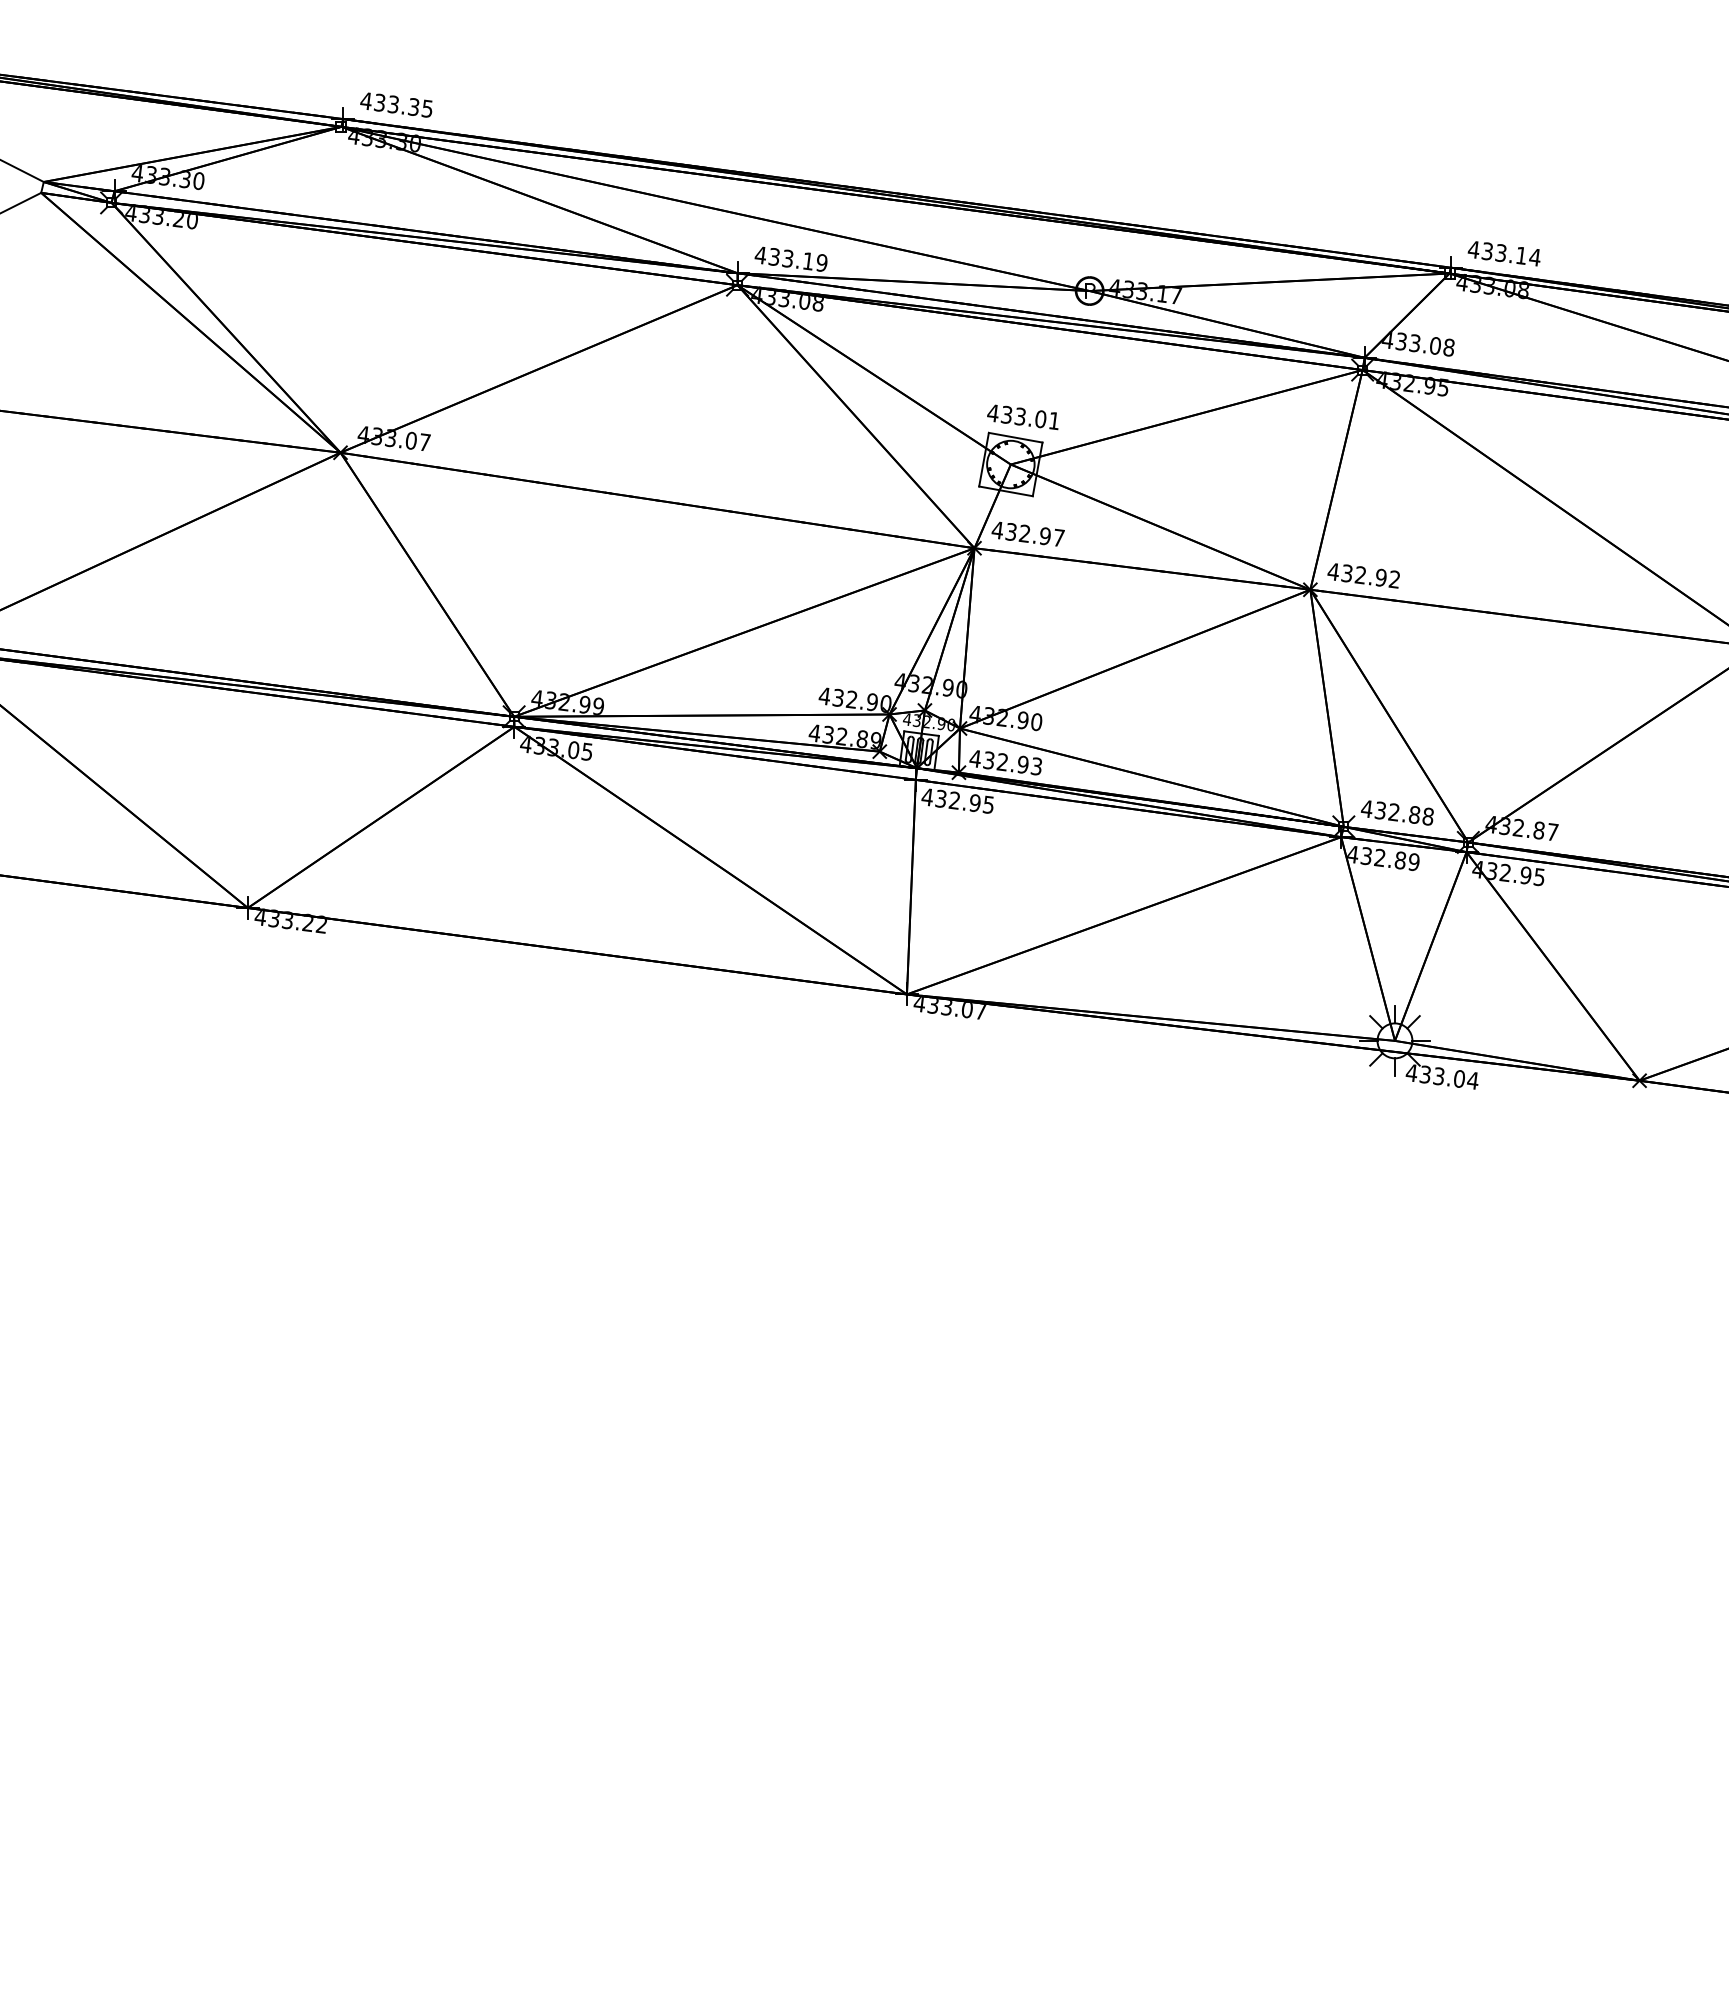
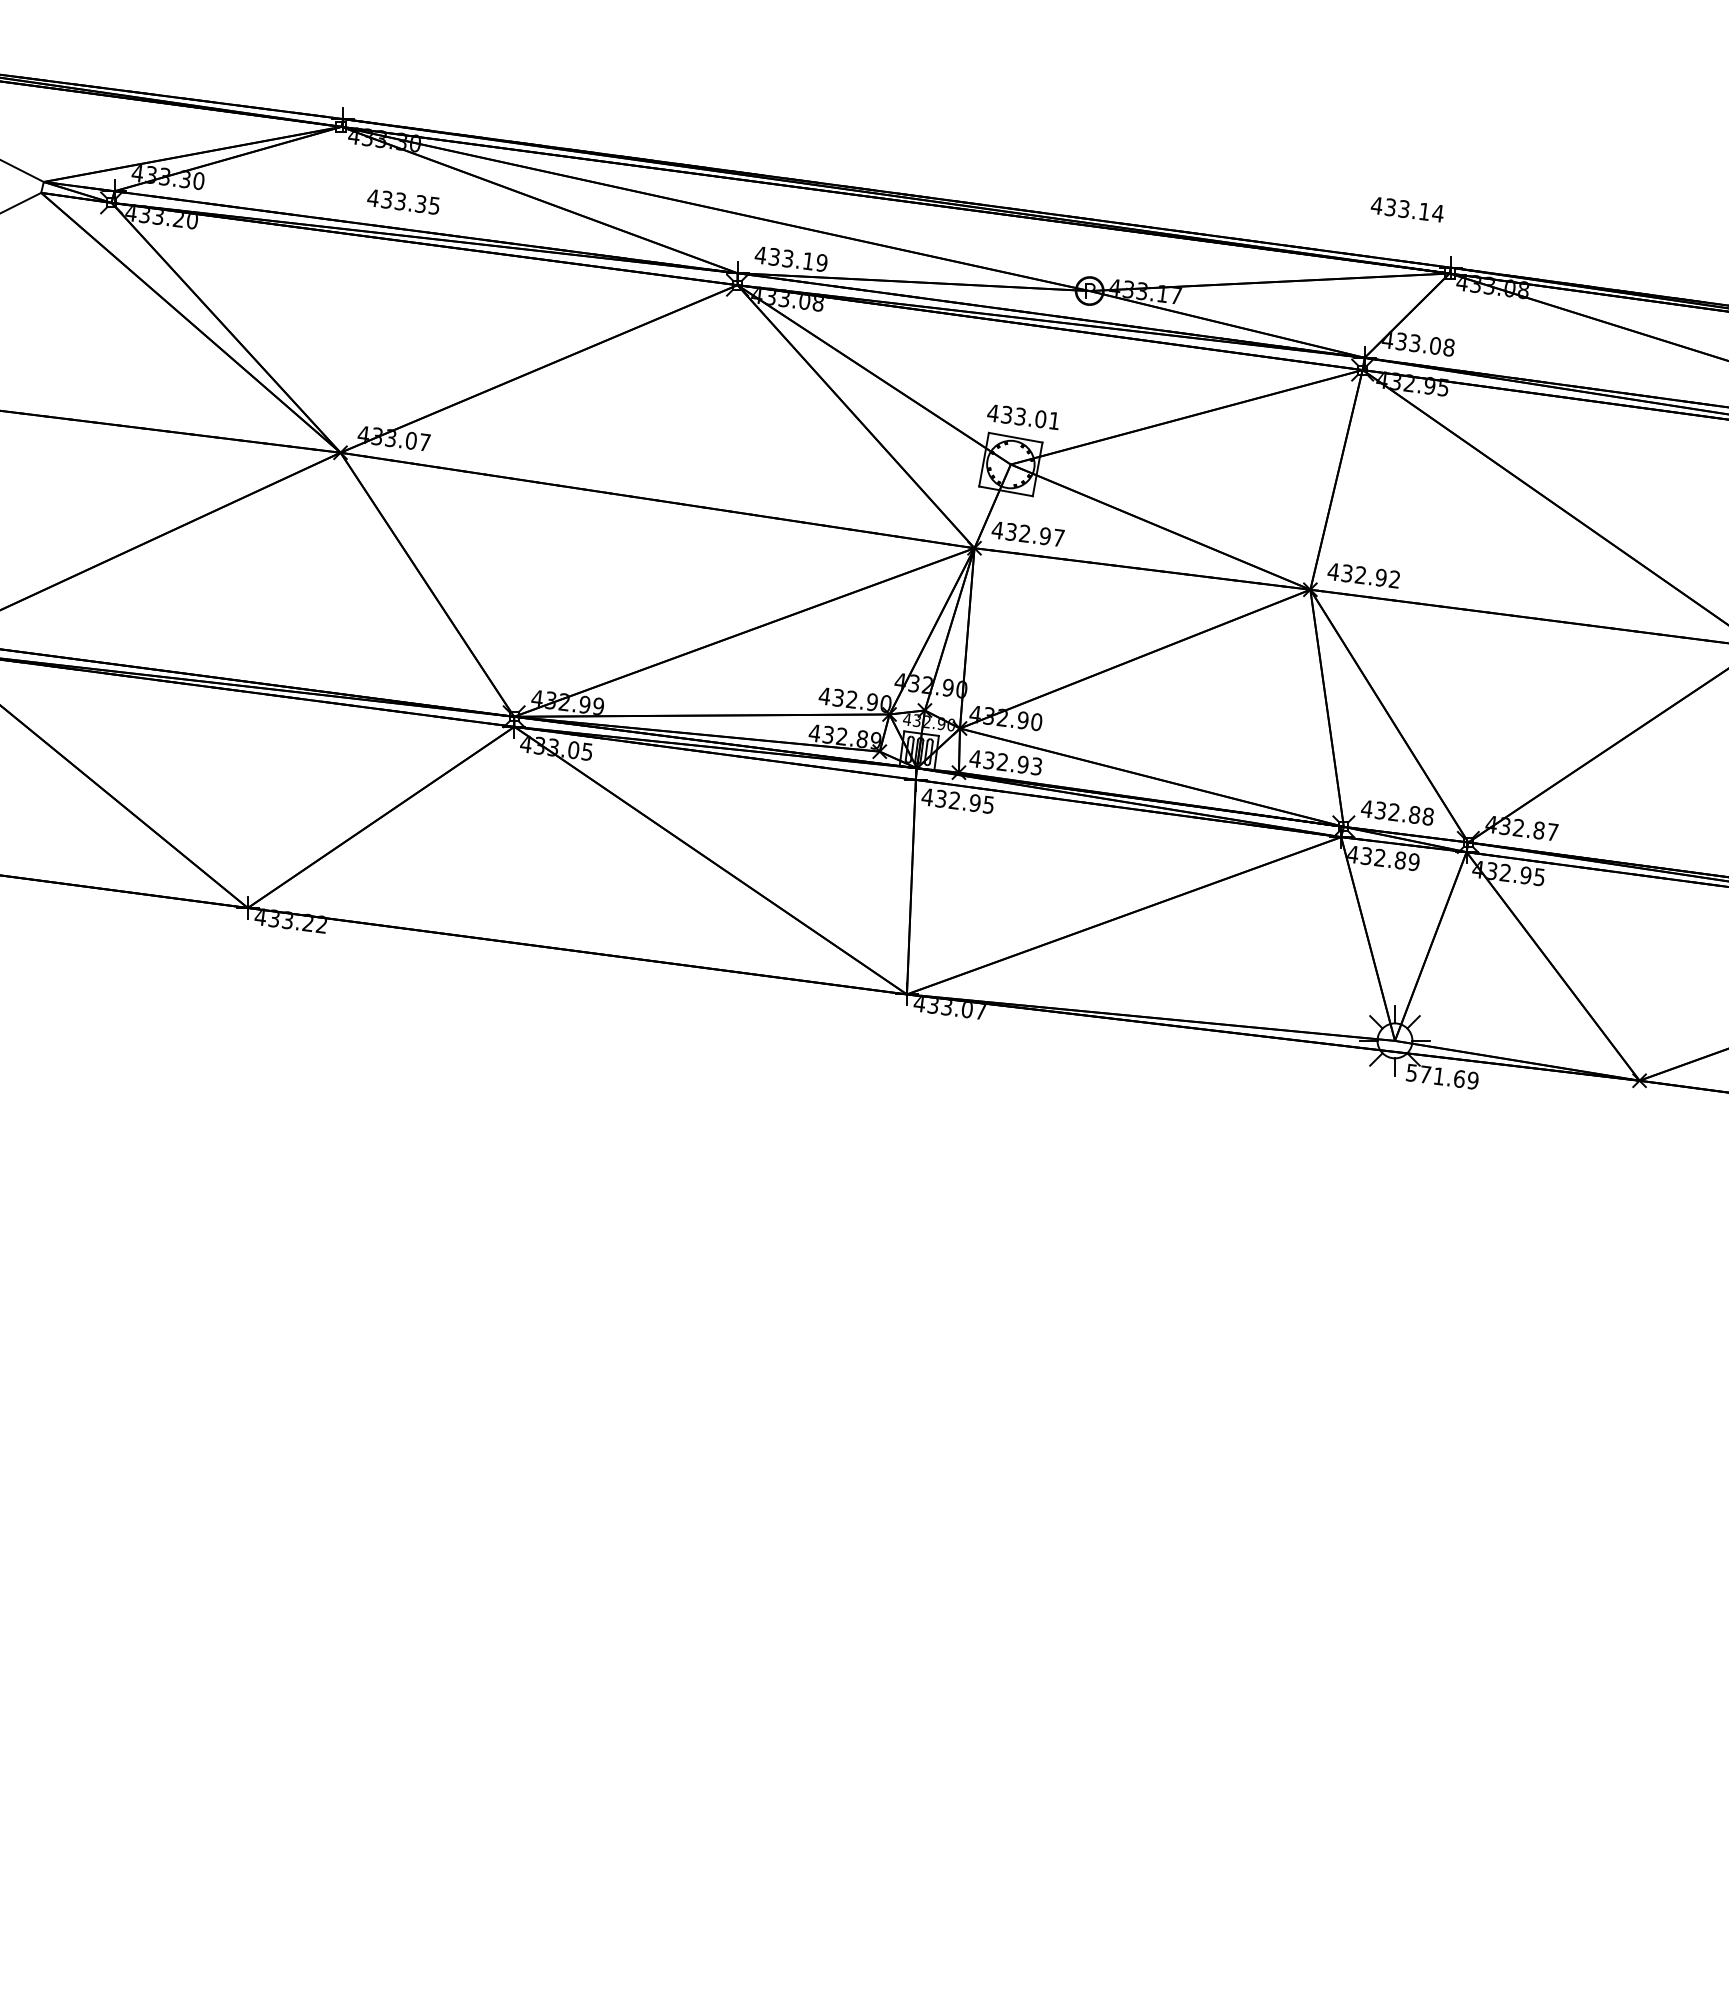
text at (396, 104) position: (396, 104) -> (403, 201)
text at (1503, 253) position: (1503, 253) -> (1406, 209)
text at (1441, 1076): 433.04 -> 571.69
